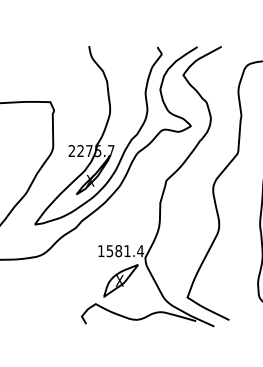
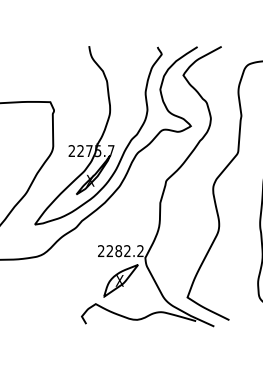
text at (121, 251): 1581.4 -> 2282.2
